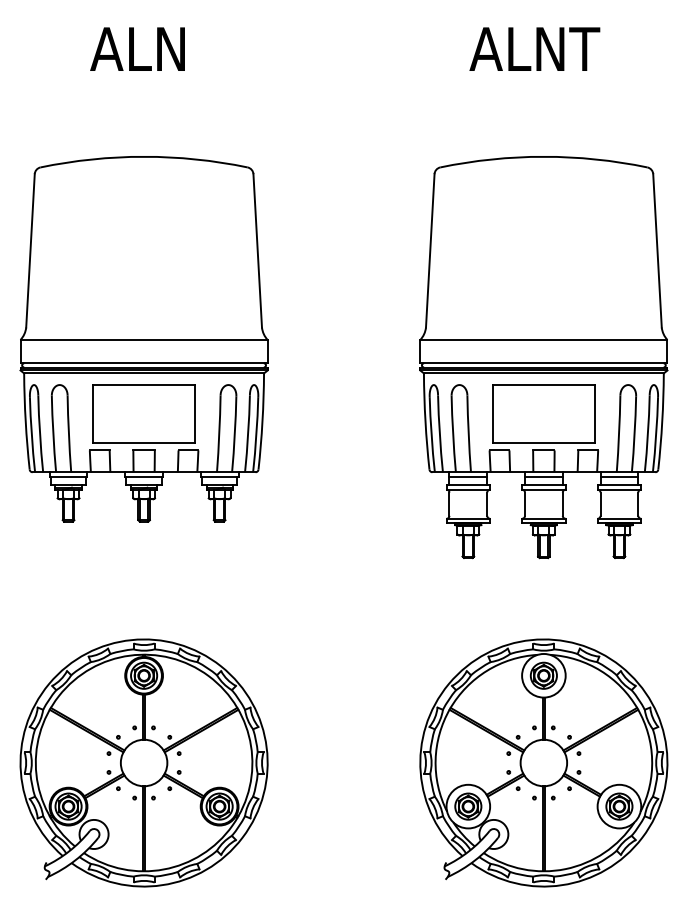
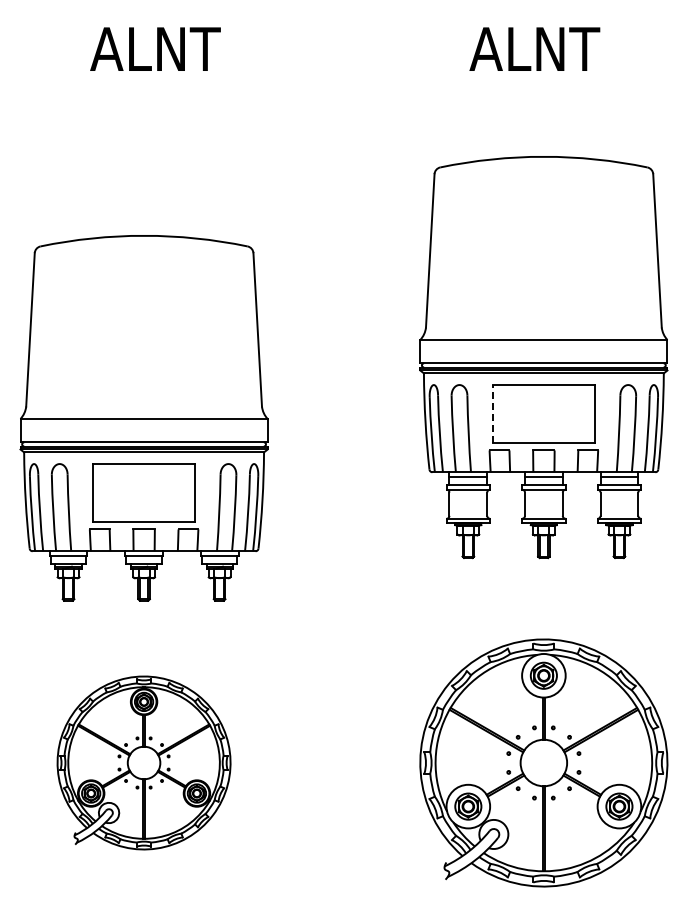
text at (204, 48): ALN -> ALNT
part at (143, 339) position: (143, 339) -> (143, 418)
line at (492, 413): solid -> dashed
part at (143, 762) size: 250x250 px -> 176x176 px
